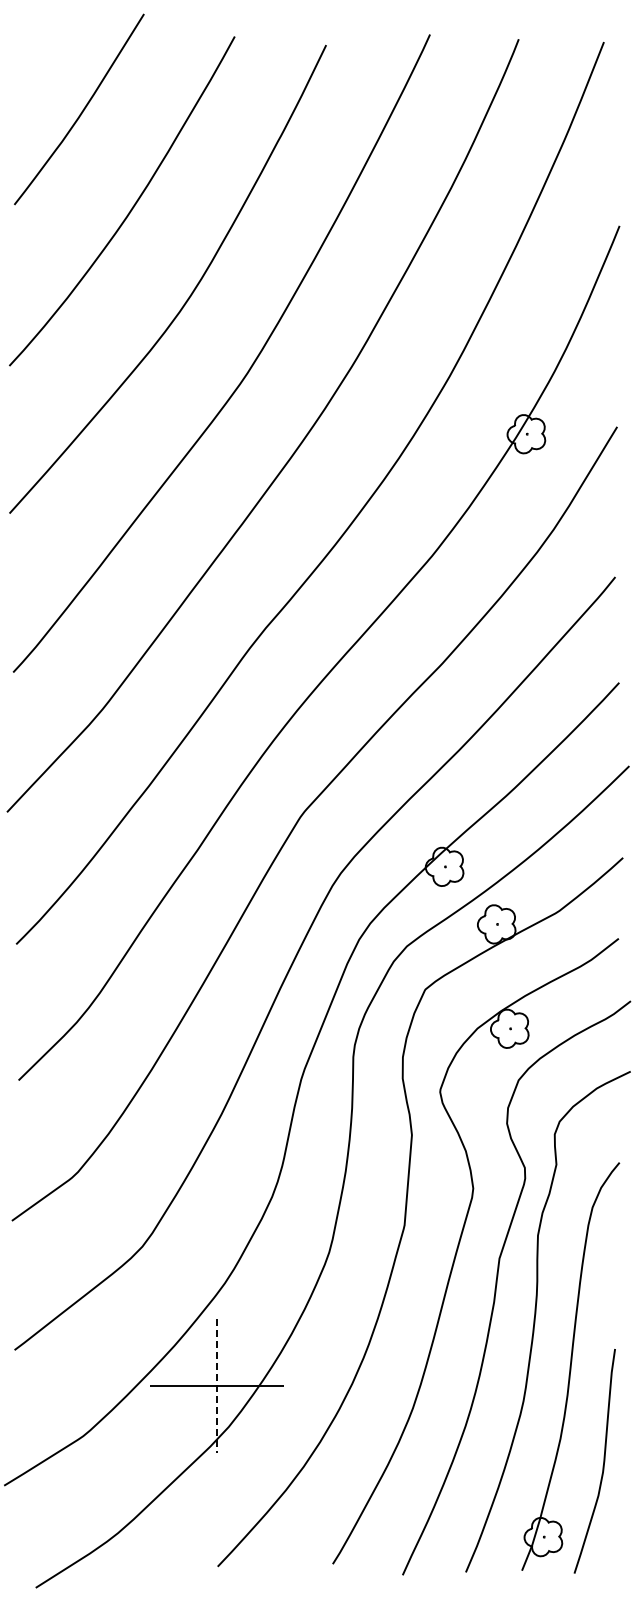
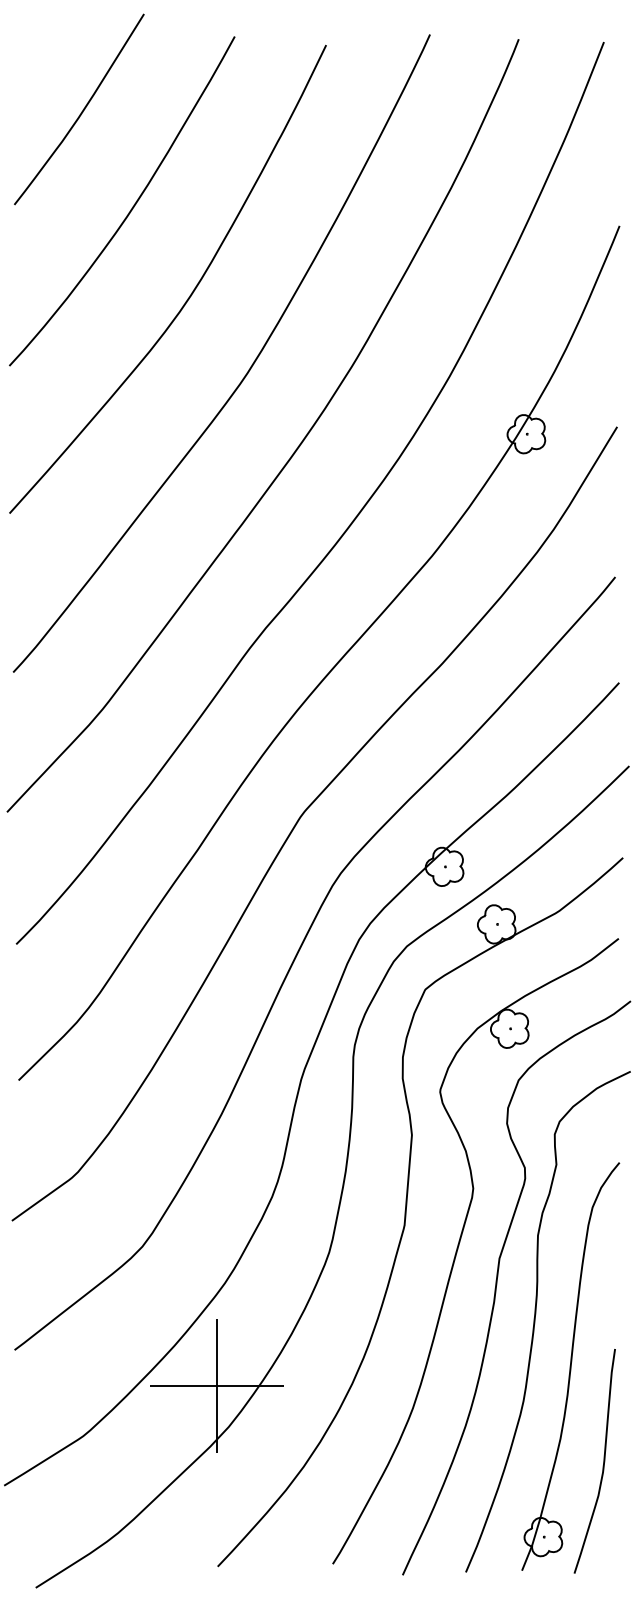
line at (217, 1386): dashed -> solid
